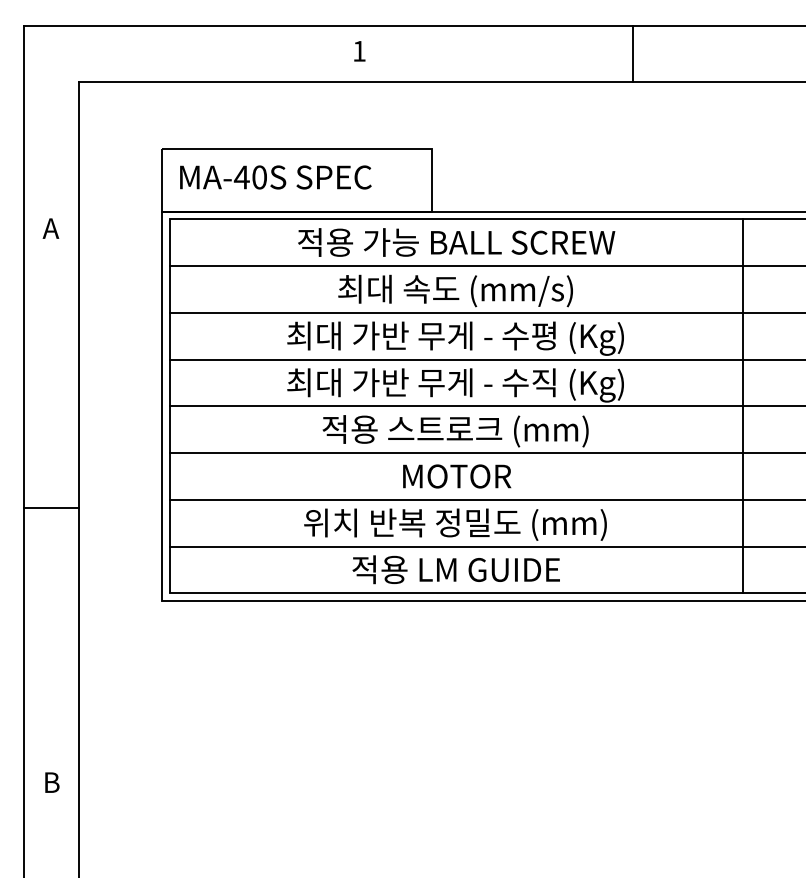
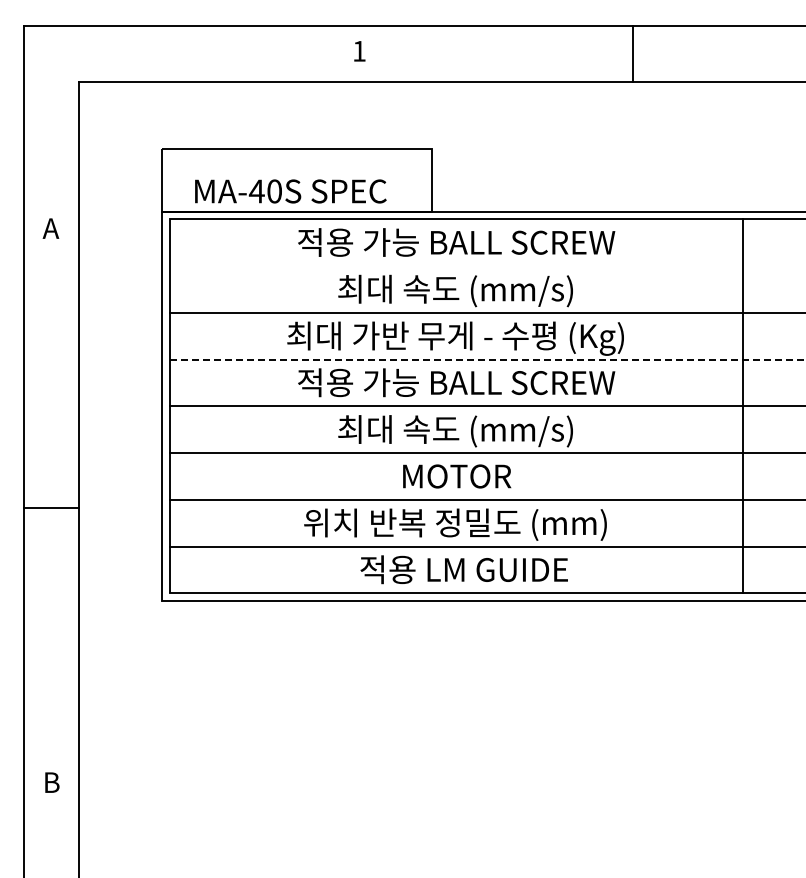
text at (275, 177) position: (275, 177) -> (290, 191)
line at (485, 266): present -> none
line at (487, 359): solid -> dashed
text at (455, 385): 최대 가반 무게 - 수직 (Kg) -> 적용 가능 BALL SCREW
text at (455, 431): 적용 스트로크 (mm) -> 최대 속도 (mm/s)
text at (455, 569) position: (455, 569) -> (463, 569)
